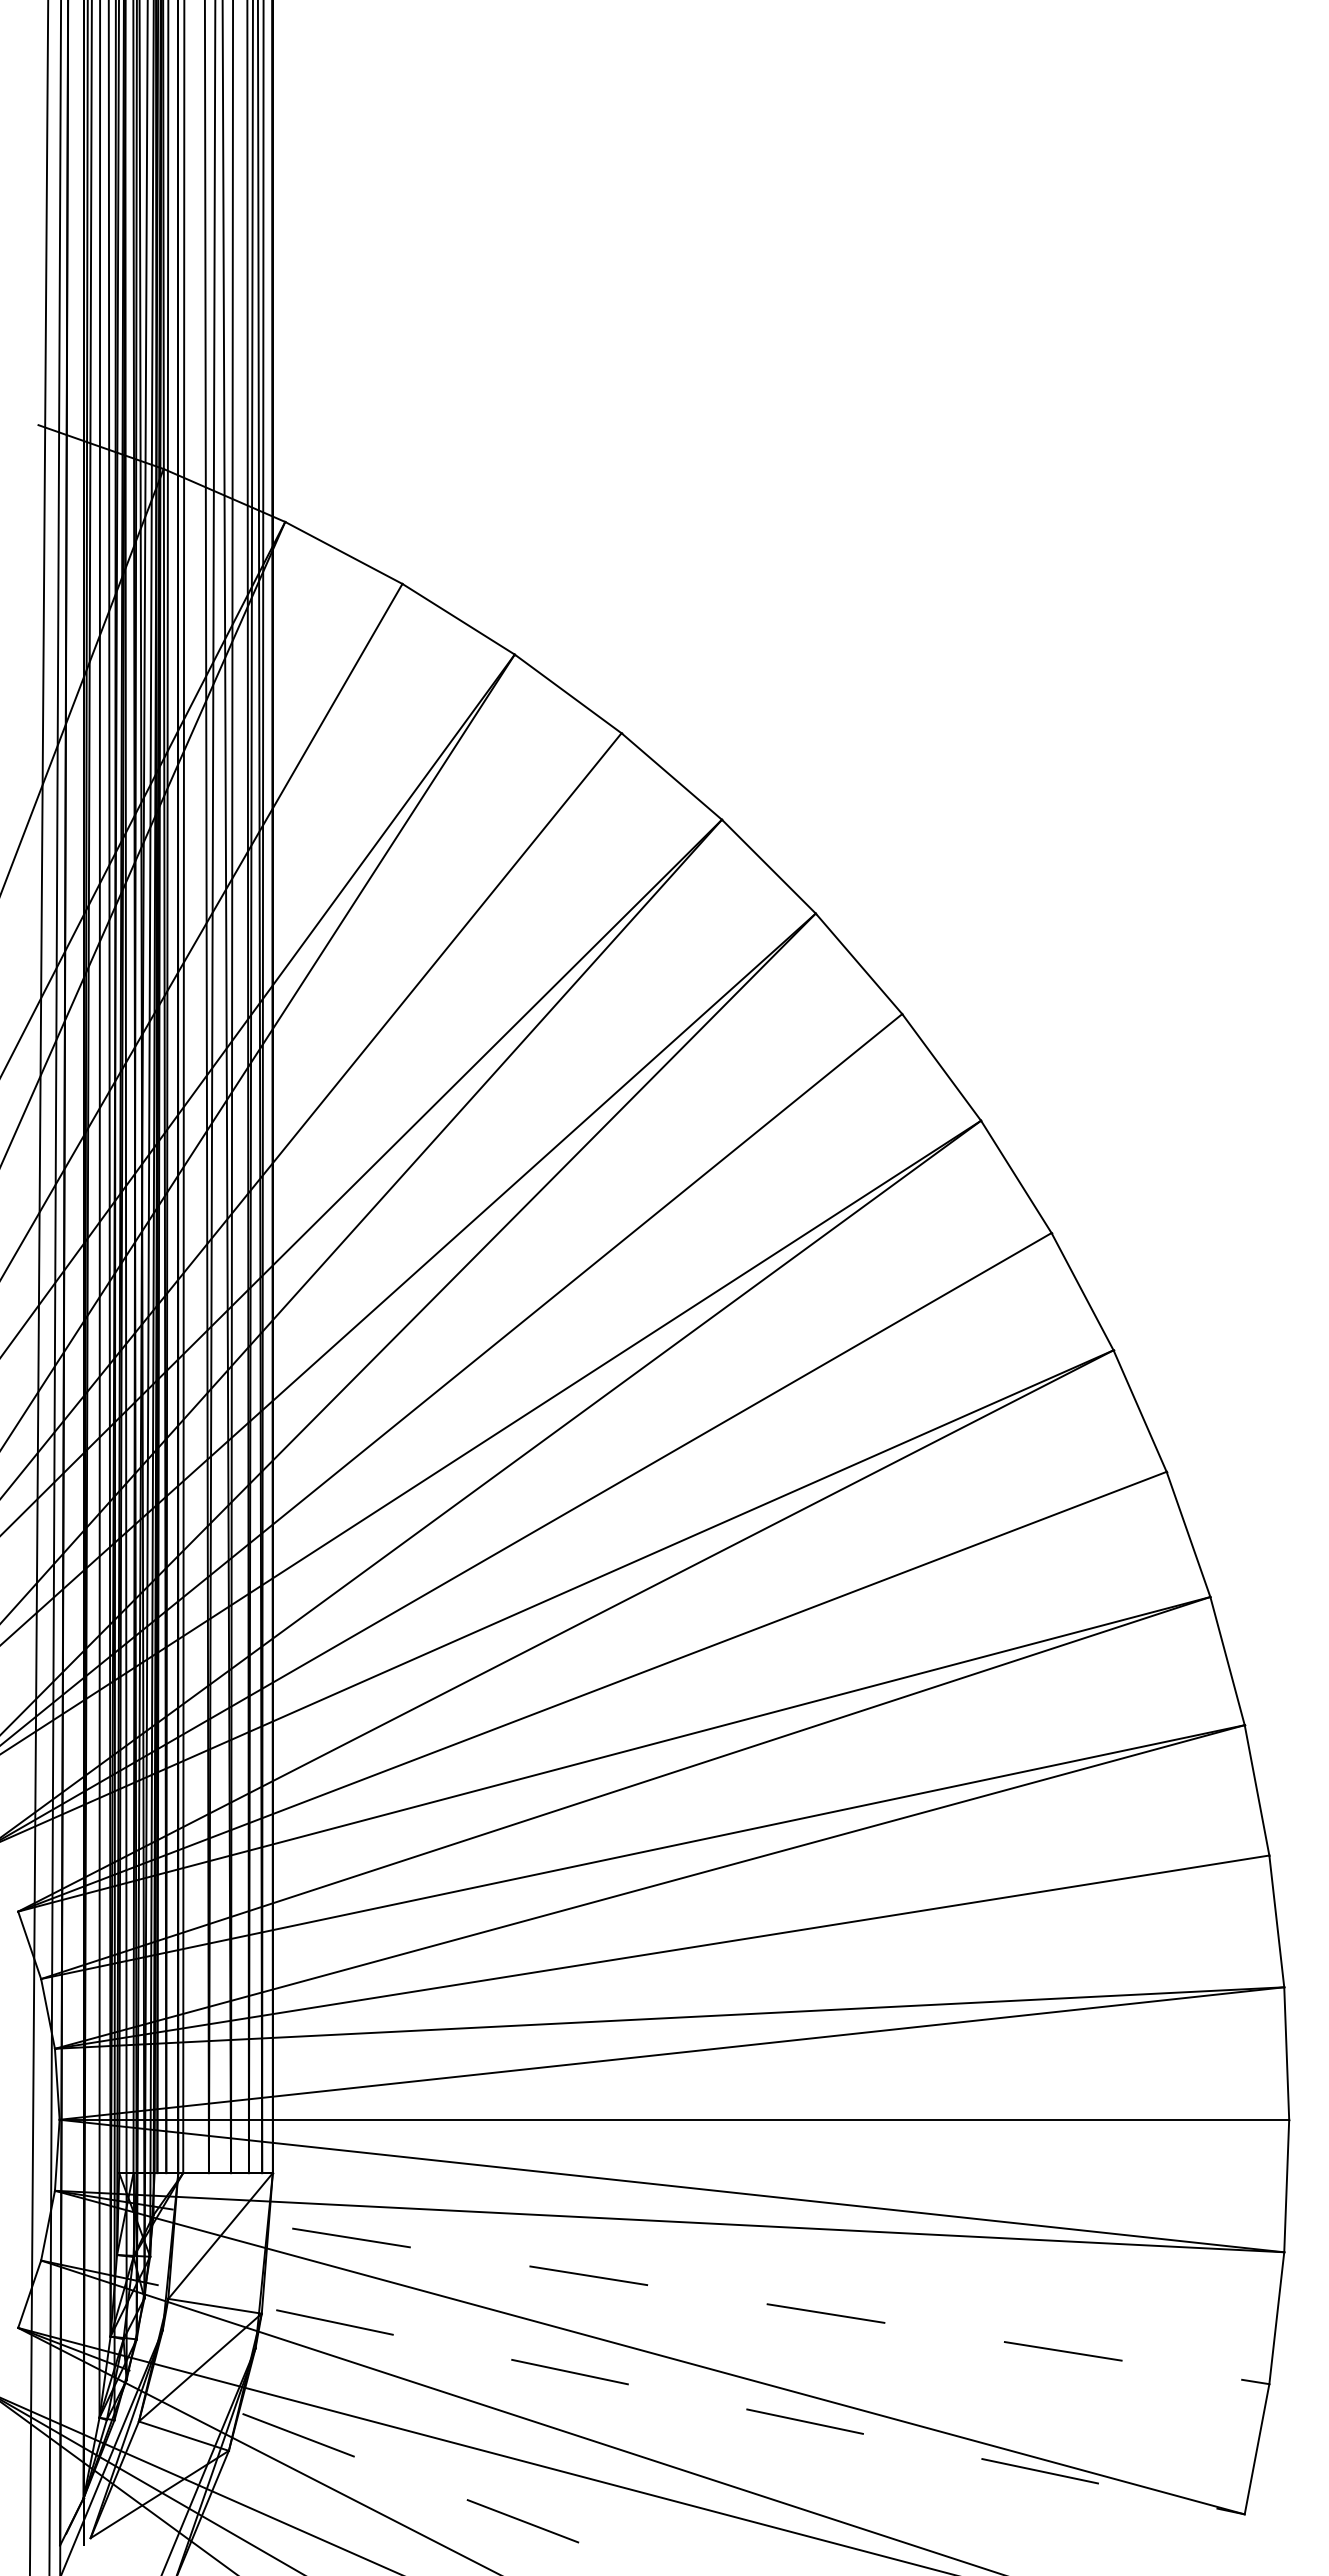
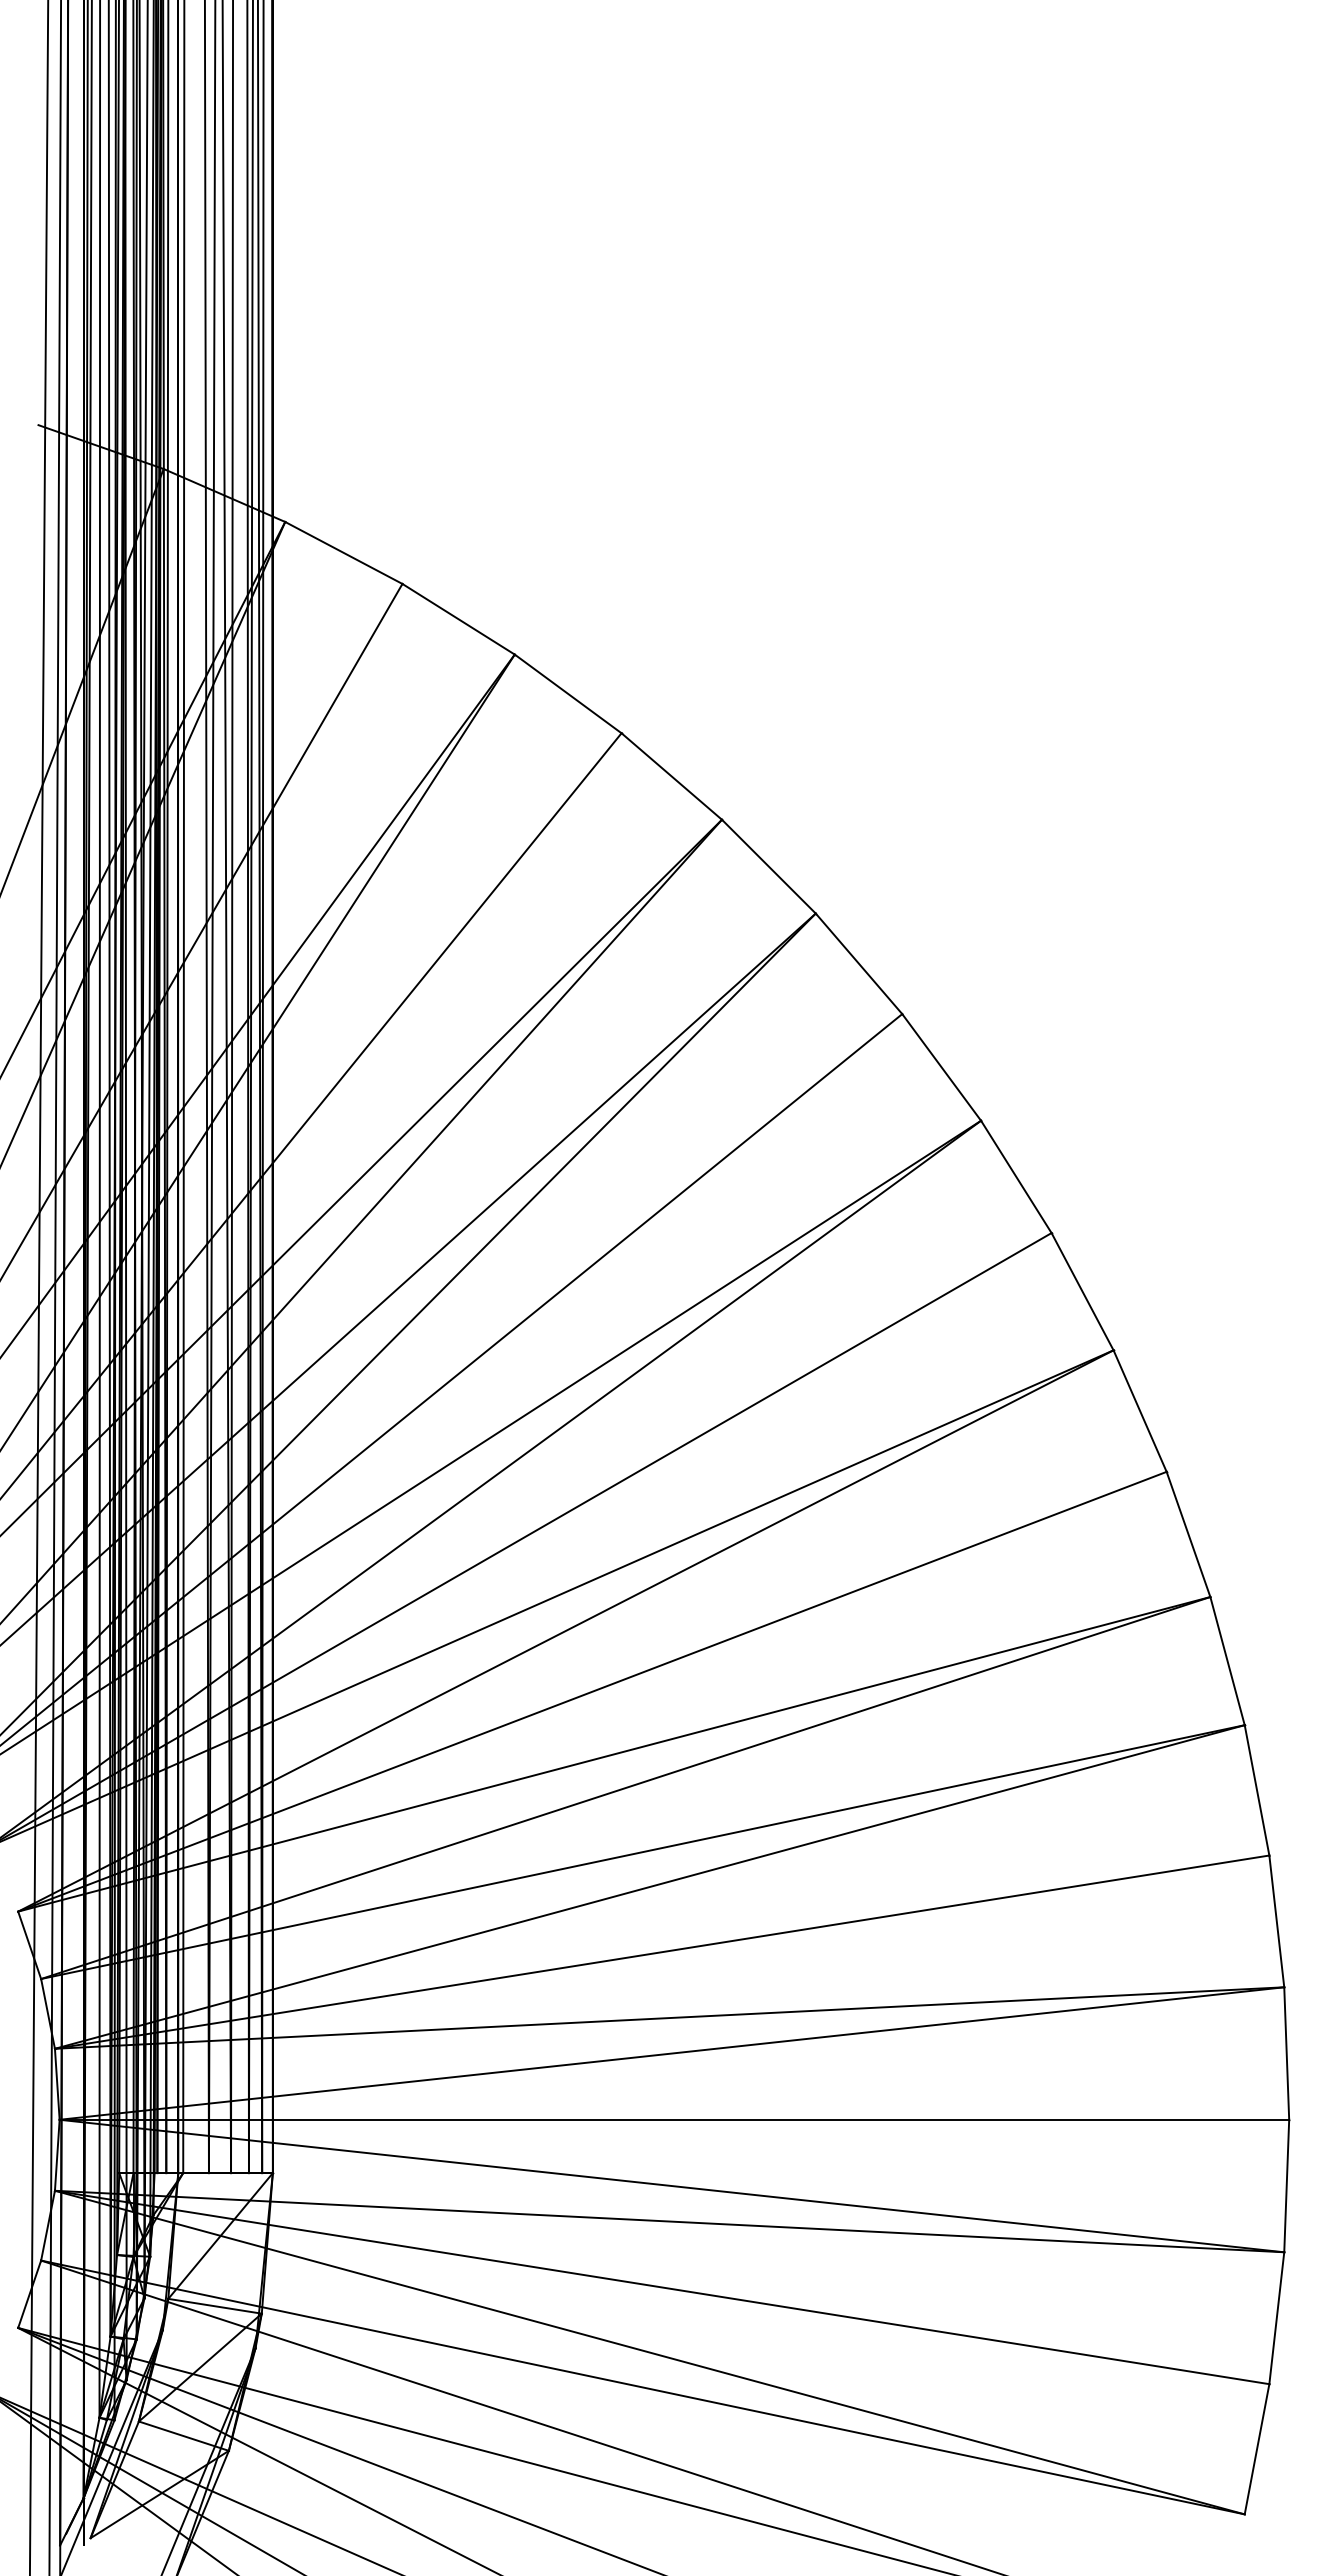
line at (662, 2287): dashed -> solid
line at (643, 2387): dashed -> solid
line at (342, 2452): dashed -> solid
